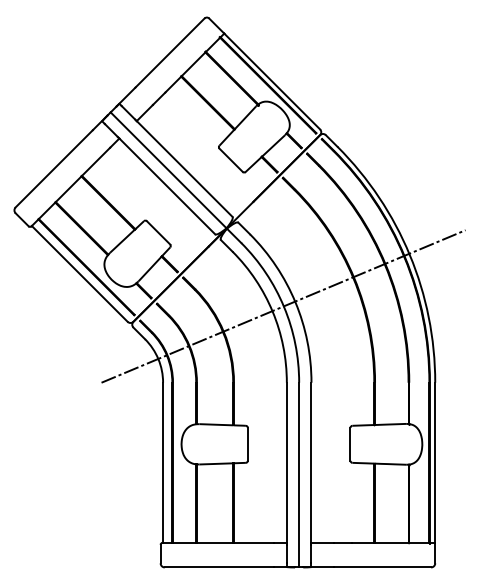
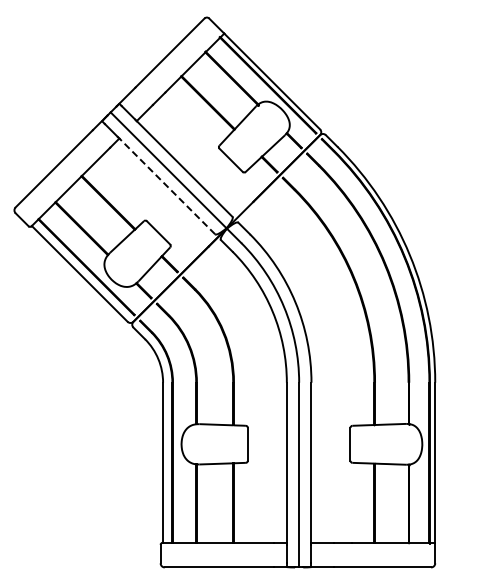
line at (167, 186): solid -> dashed
line at (283, 306): present -> none
